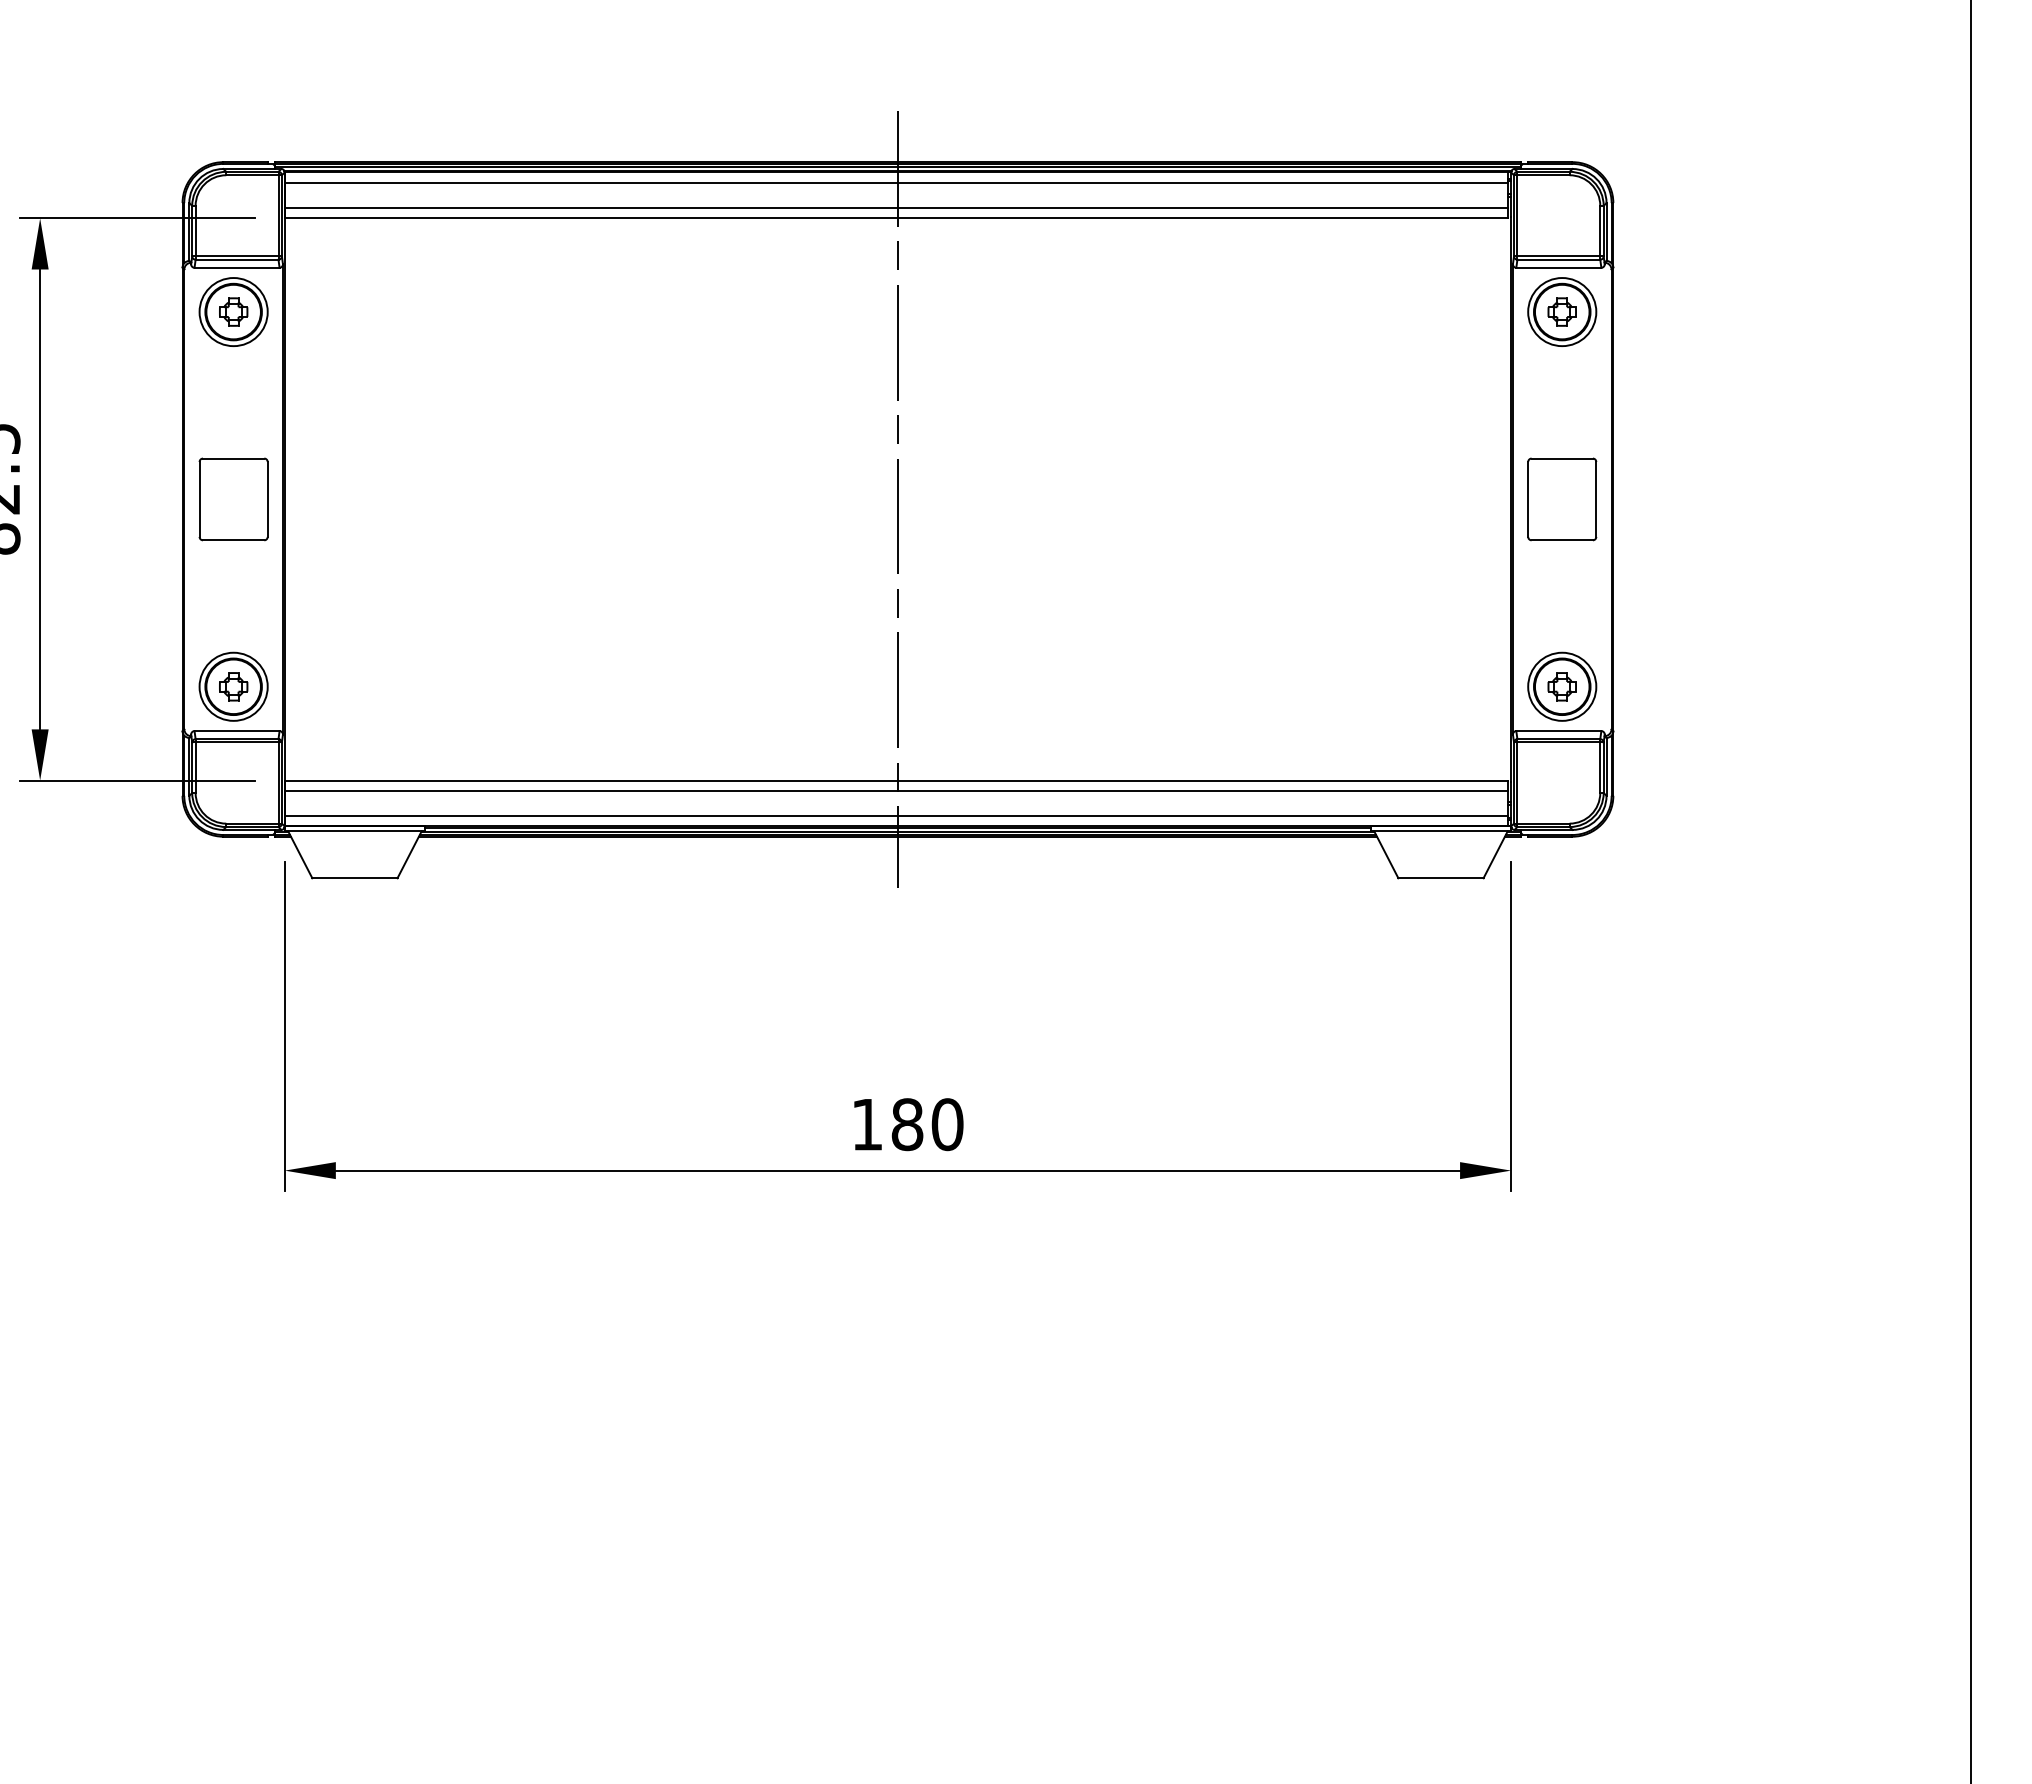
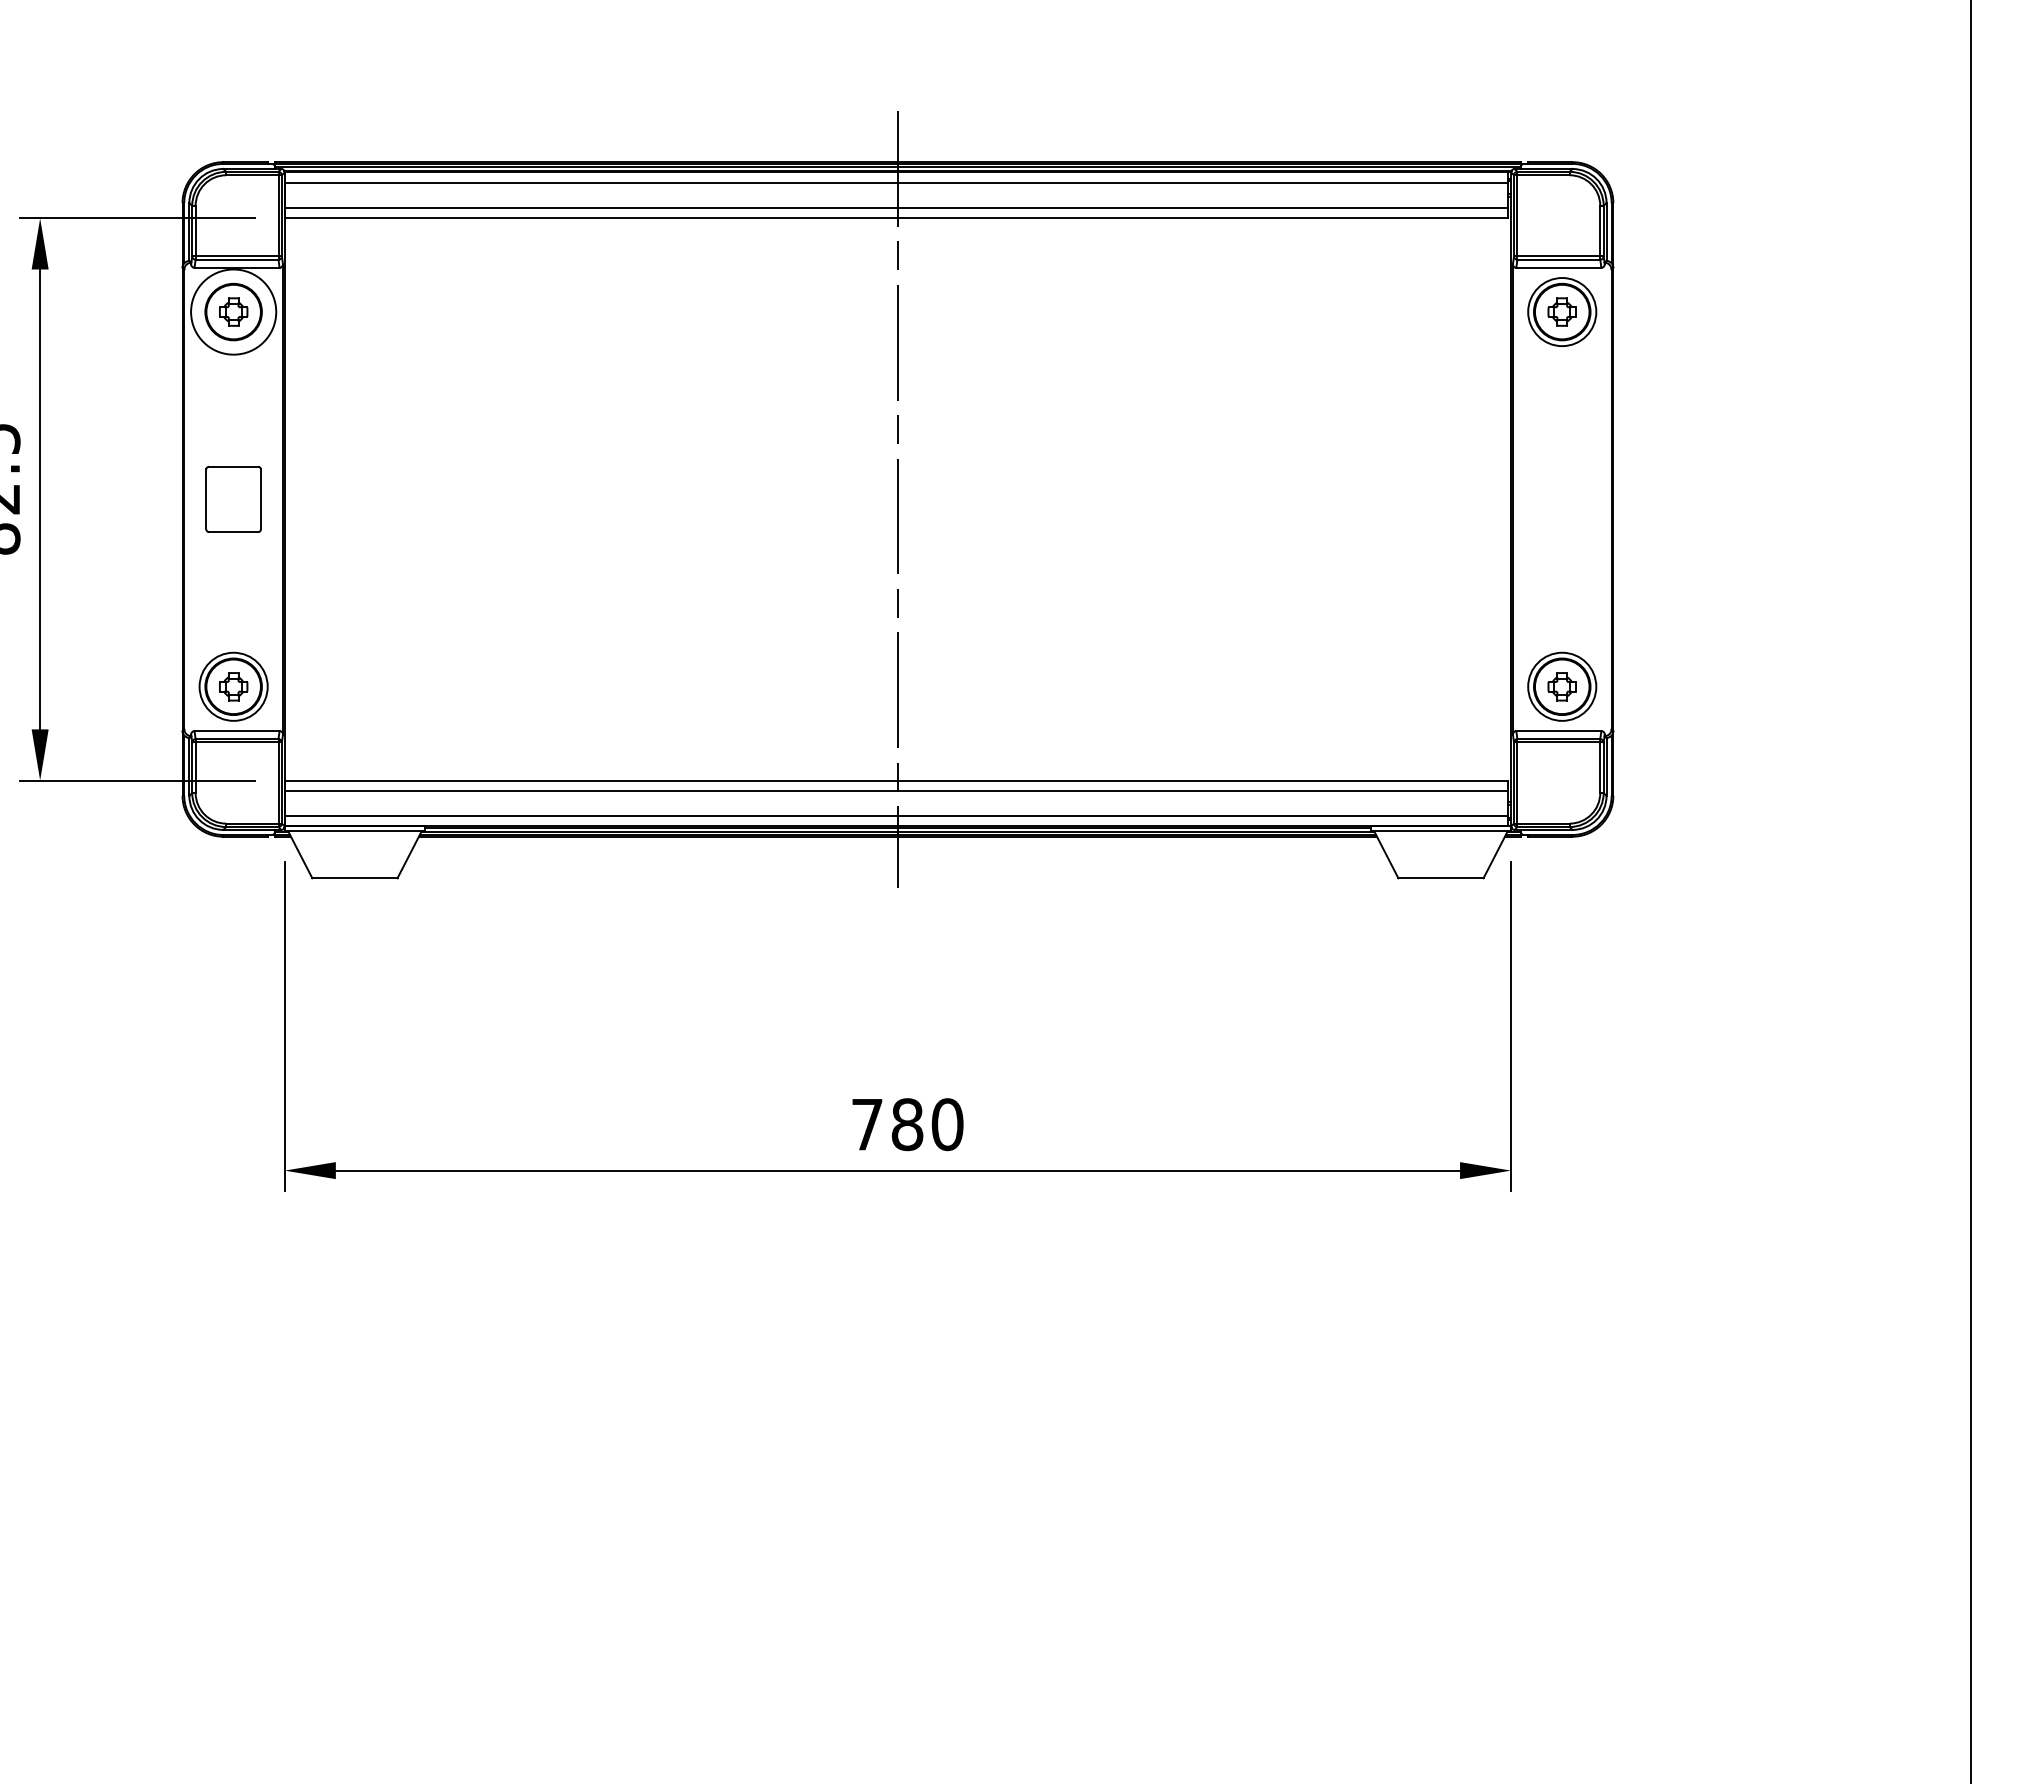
circle at (233, 312) diameter: 68 px -> 85 px
part at (233, 499) size: 71x85 px -> 57x68 px
part at (1562, 499): present -> none
text at (867, 1124): 180 -> 780
